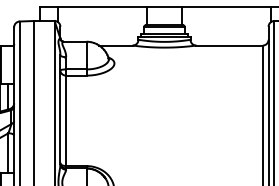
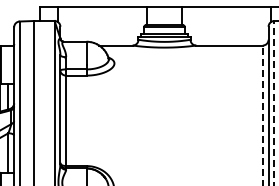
line at (274, 102): solid -> dashed
line at (262, 115): solid -> dashed
